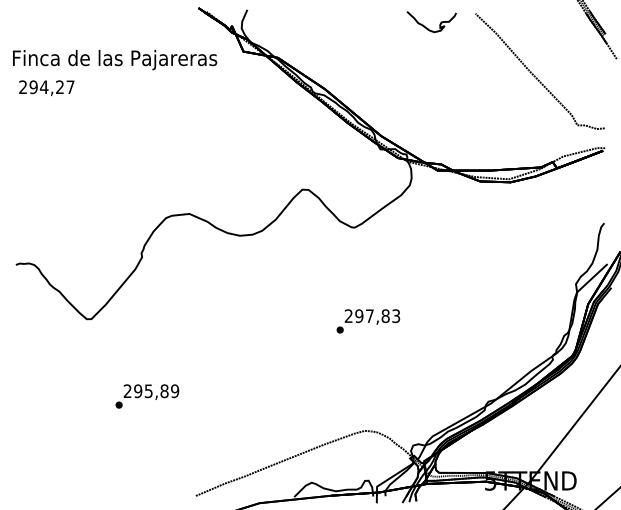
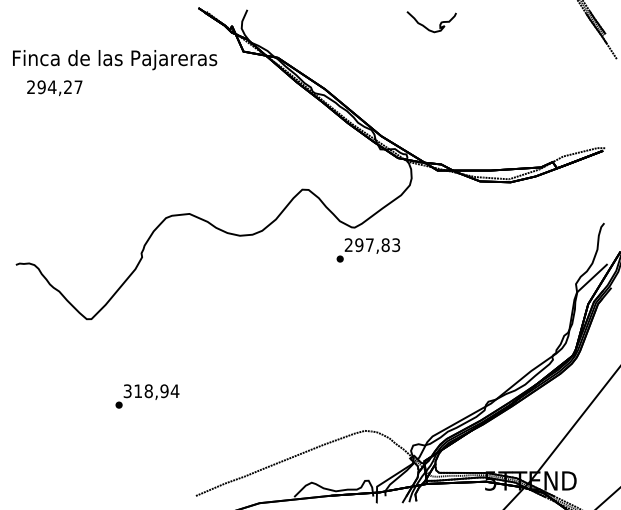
curve at (535, 75): present -> none
text at (46, 87) position: (46, 87) -> (54, 87)
text at (368, 321) position: (368, 321) -> (368, 250)
text at (151, 391): 295,89 -> 318,94
